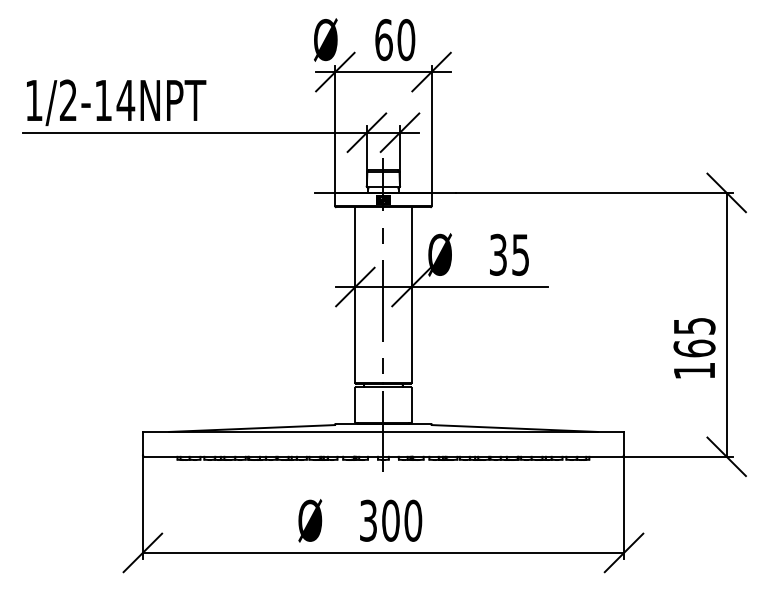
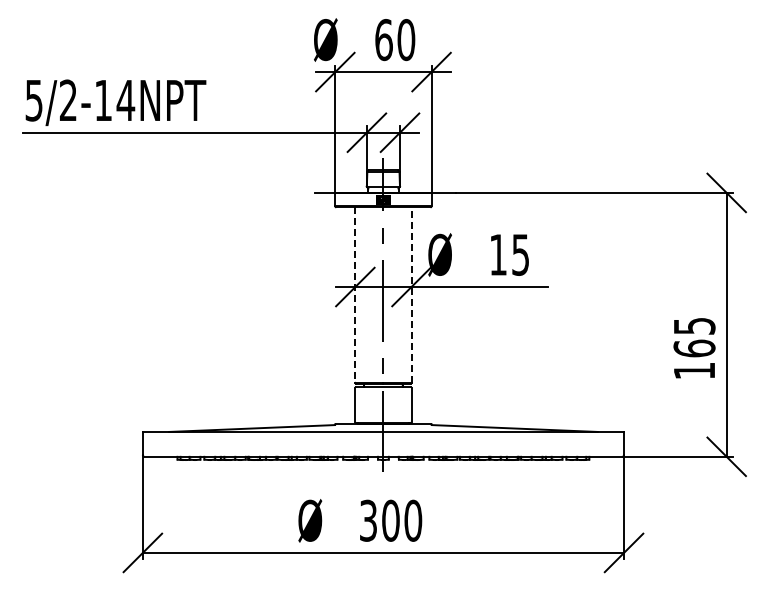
text at (33, 100): 1/2-14NPT -> 5/2-14NPT
text at (498, 254): 35 -> 15
line at (355, 295): solid -> dashed
line at (411, 295): solid -> dashed
